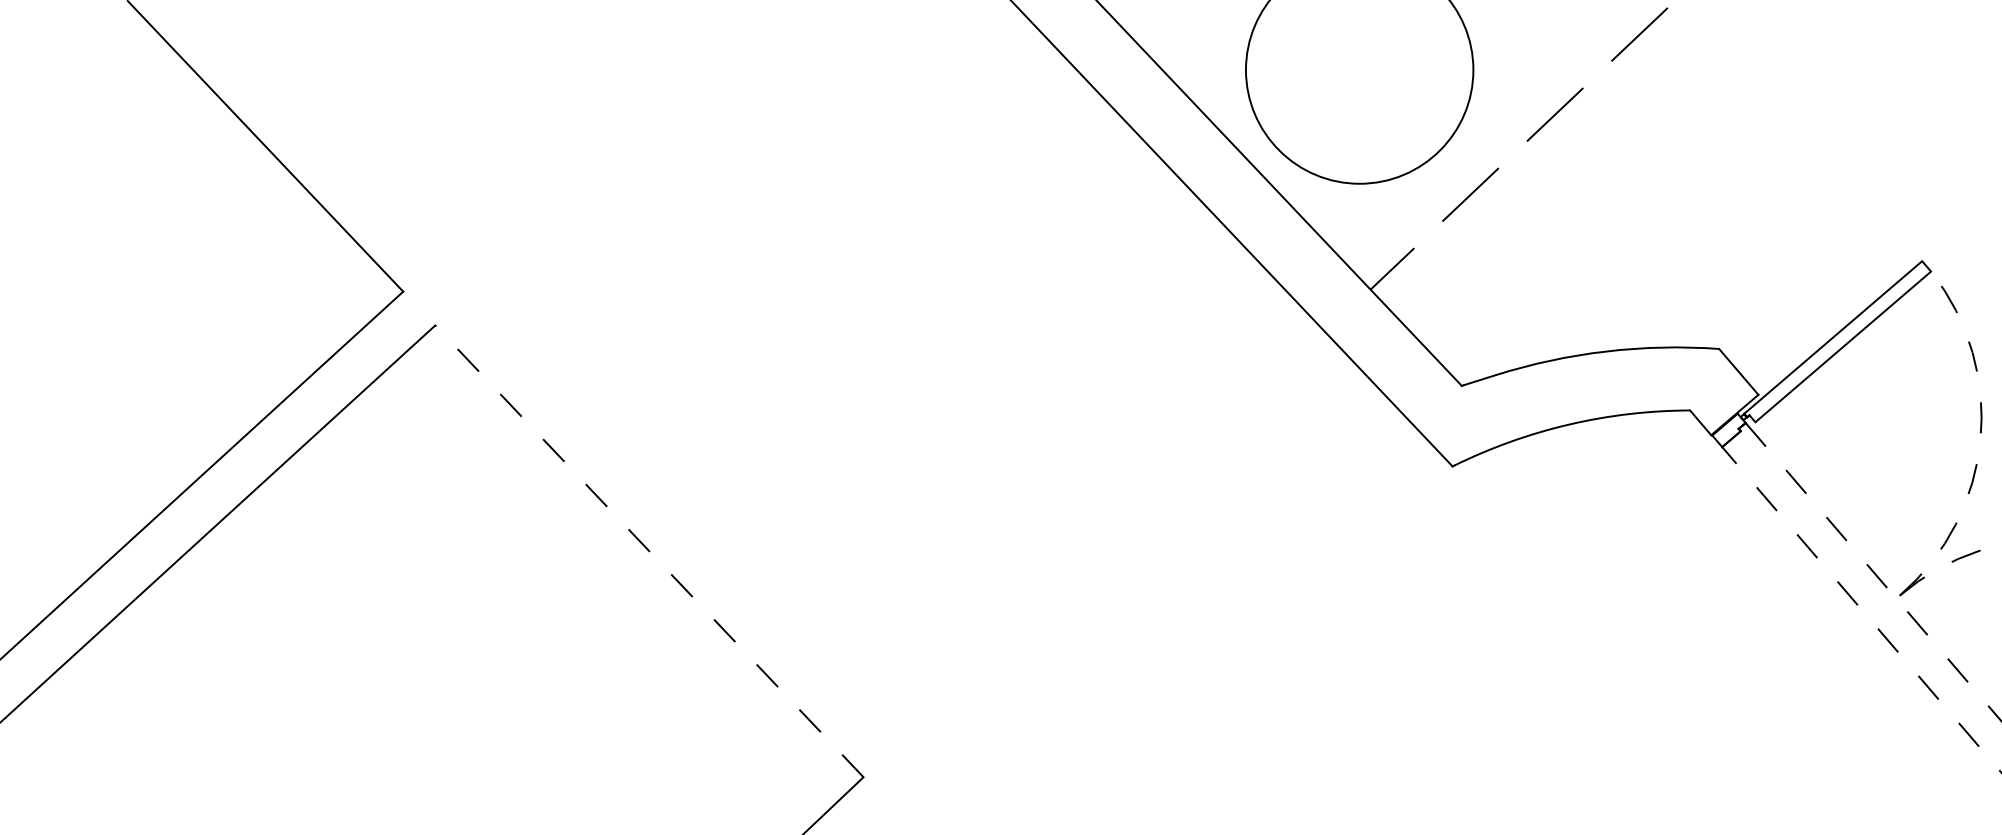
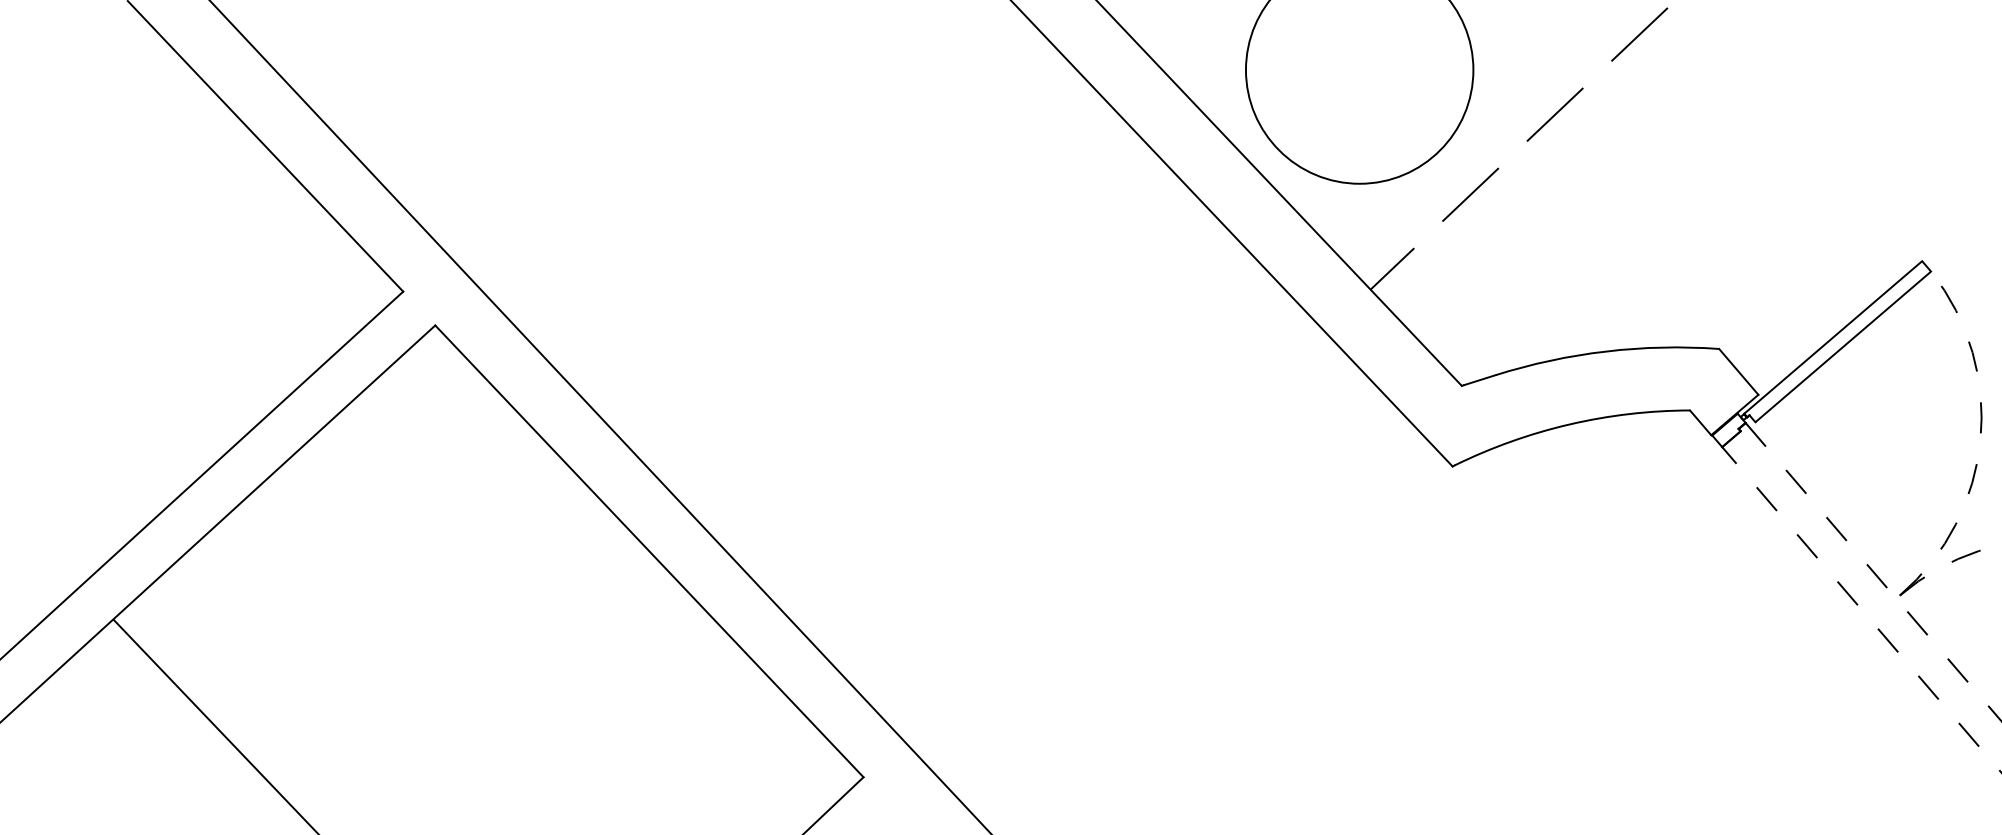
line at (599, 416): none -> present
line at (649, 551): dashed -> solid
line at (214, 725): none -> present
